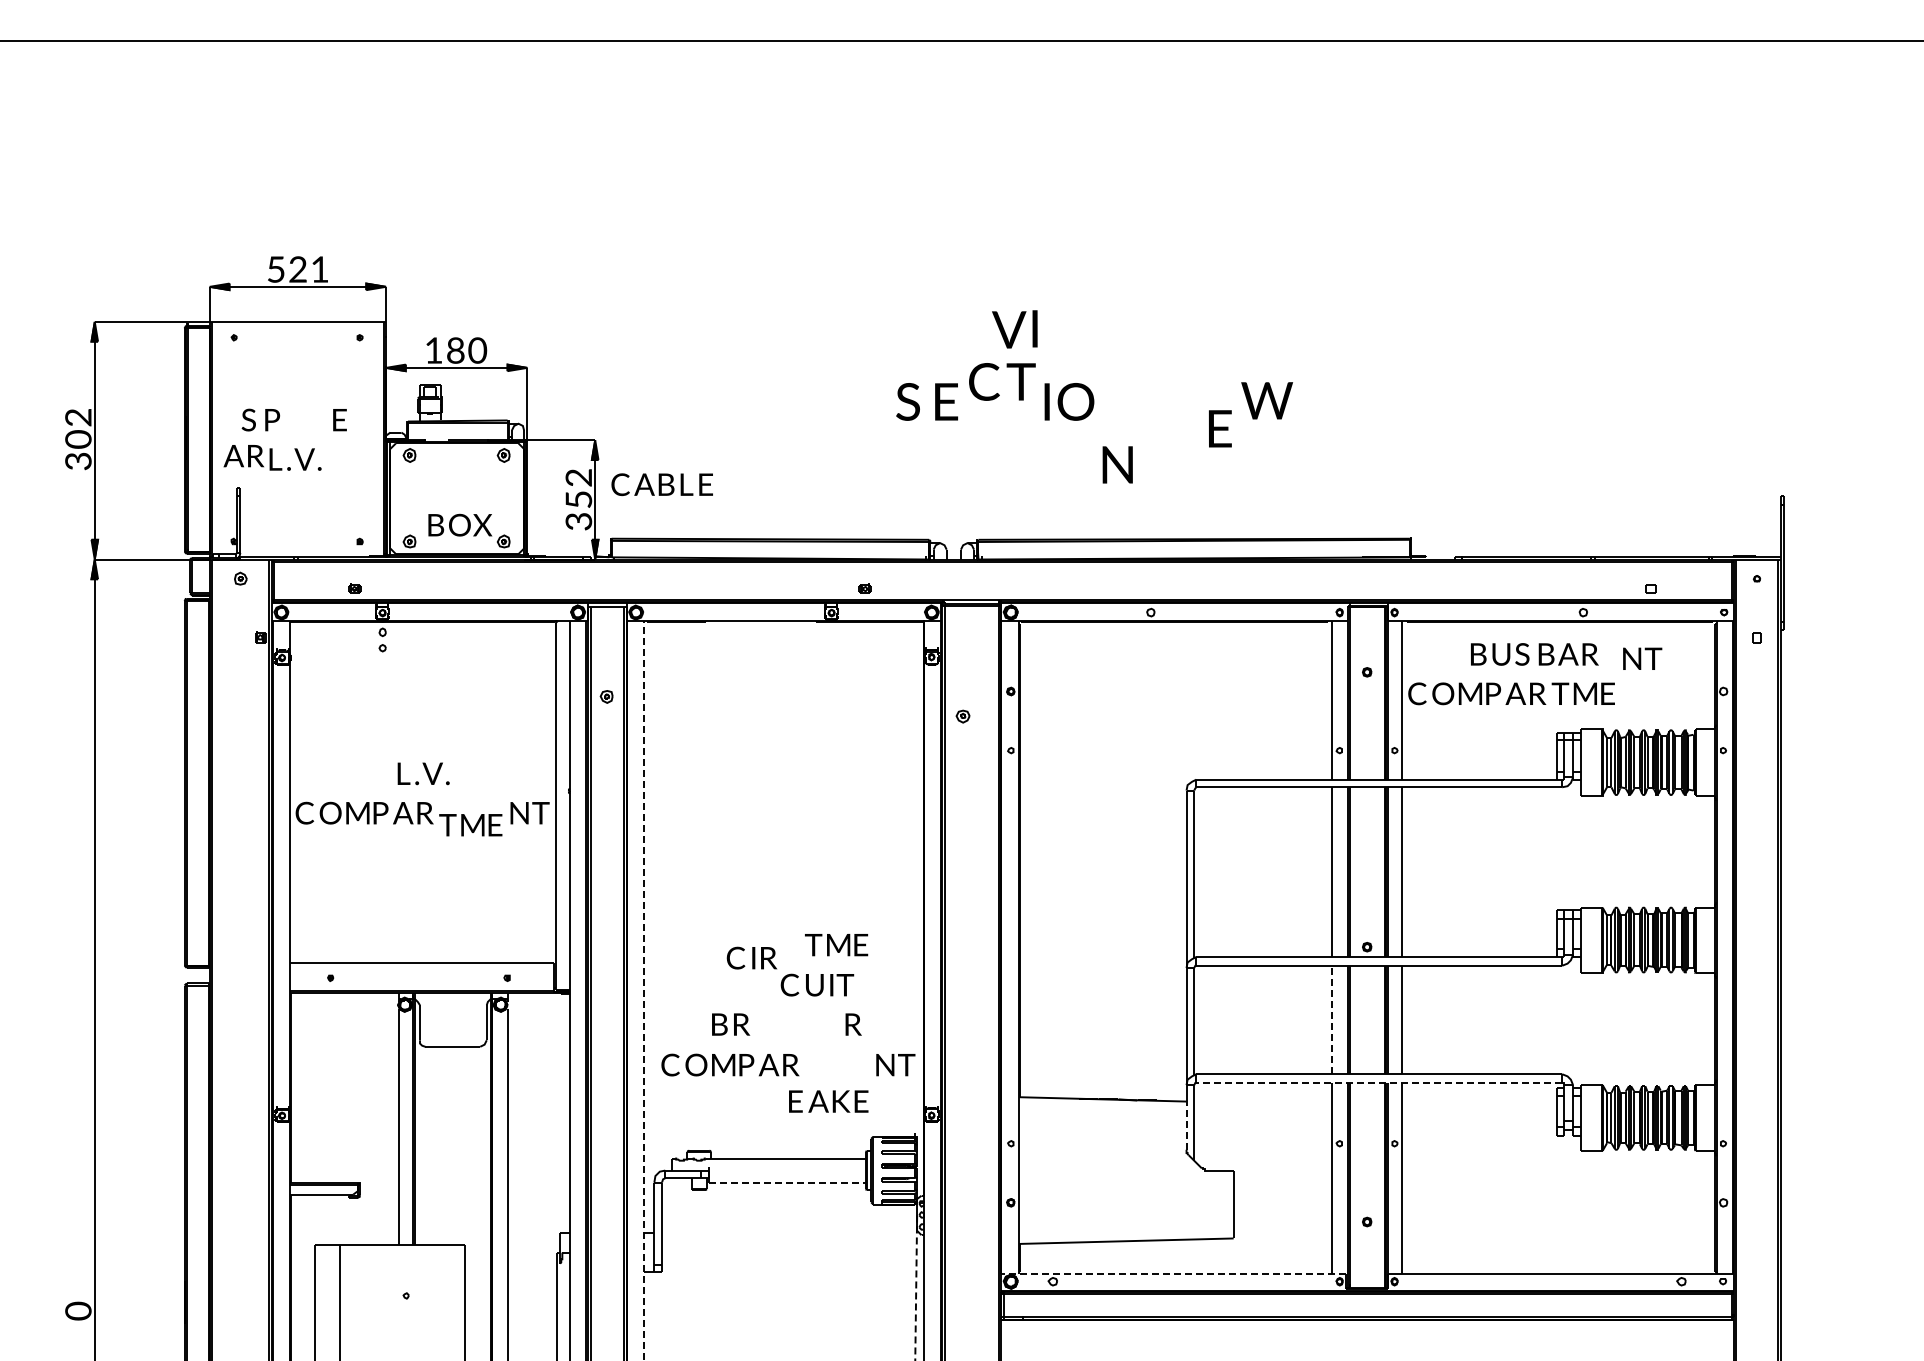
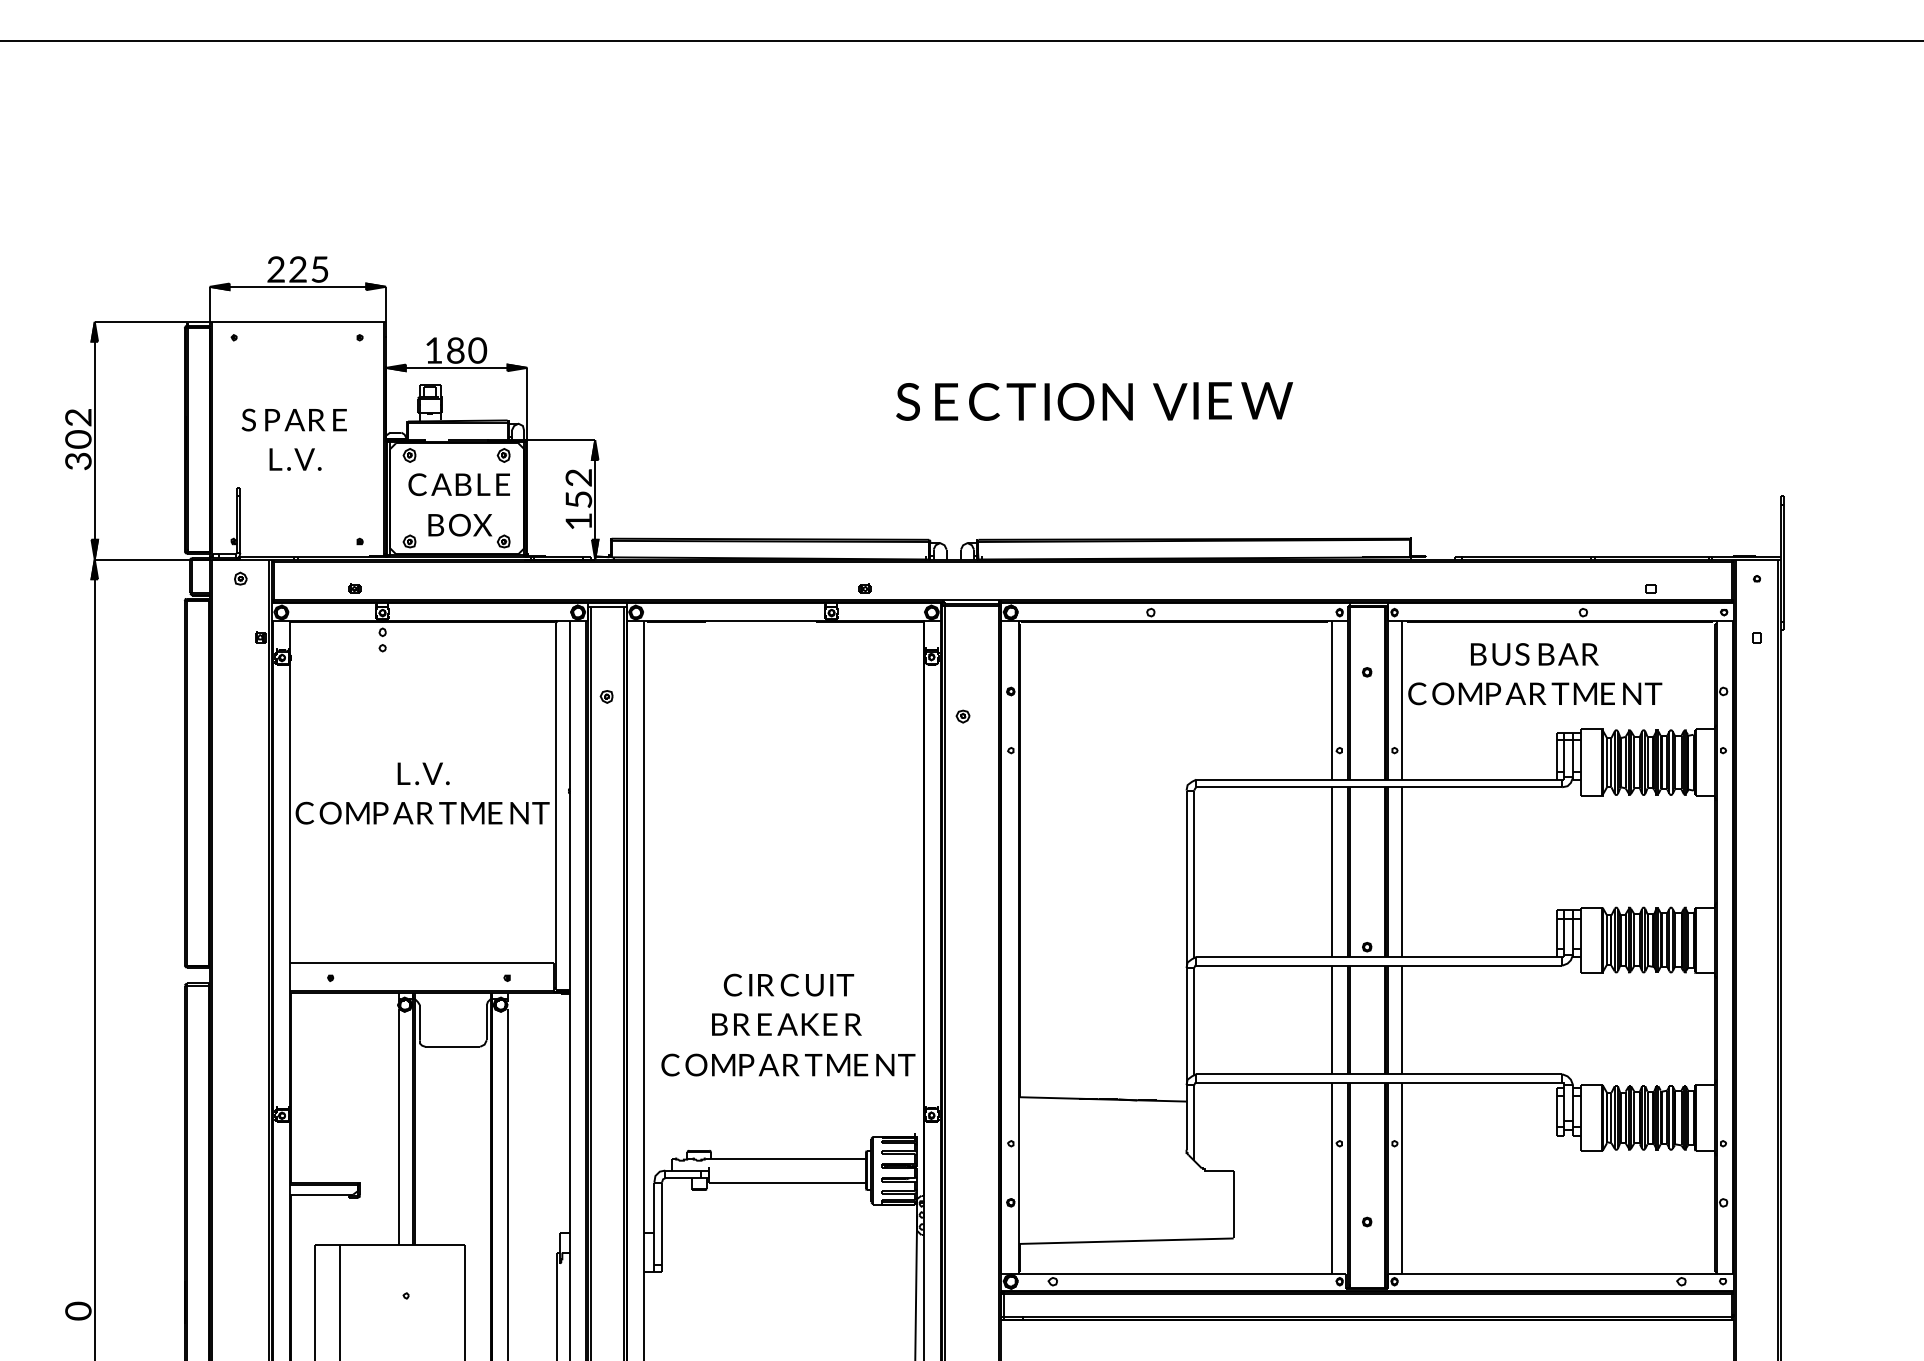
text at (275, 269): 5 -> 2
text at (319, 269): 1 -> 5
text at (1014, 329) position: (1014, 329) -> (1175, 401)
text at (1002, 381) position: (1002, 381) -> (1002, 401)
text at (1220, 428) position: (1220, 428) -> (1220, 400)
text at (243, 456) position: (243, 456) -> (304, 420)
text at (1117, 464) position: (1117, 464) -> (1117, 401)
text at (661, 484) position: (661, 484) -> (458, 484)
text at (578, 521): 3 -> 1
text at (1642, 658) position: (1642, 658) -> (1642, 693)
text at (470, 825) position: (470, 825) -> (470, 813)
text at (836, 945) position: (836, 945) -> (836, 1065)
text at (751, 957) position: (751, 957) -> (748, 984)
line at (644, 990): dashed -> solid
line at (1332, 1019): dashed -> solid
line at (1379, 1082): dashed -> solid
text at (828, 1101) position: (828, 1101) -> (797, 1024)
line at (1186, 1127): dashed -> solid
line at (787, 1182): dashed -> solid
line at (1173, 1273): dashed -> solid
line at (916, 1288): dashed -> solid
